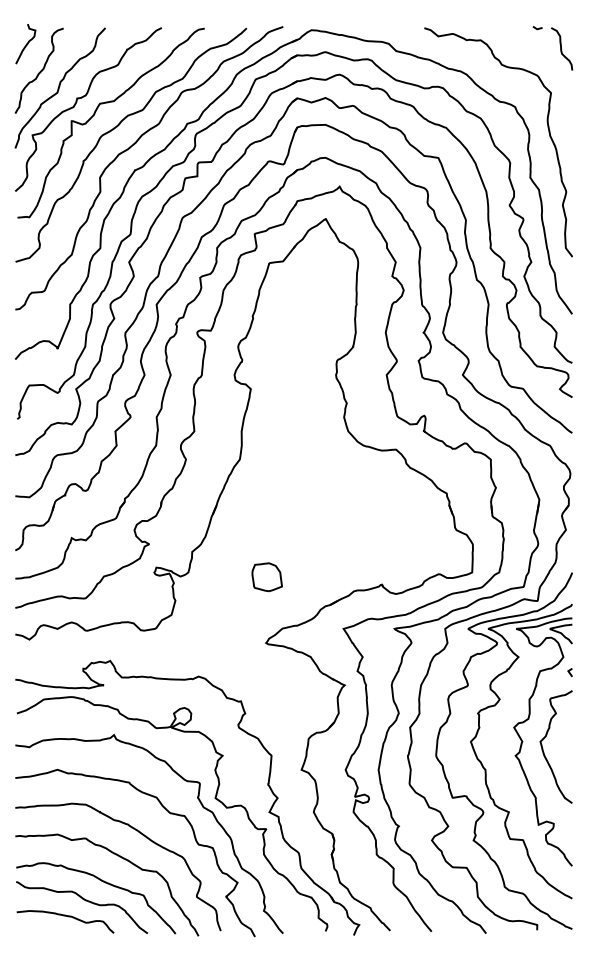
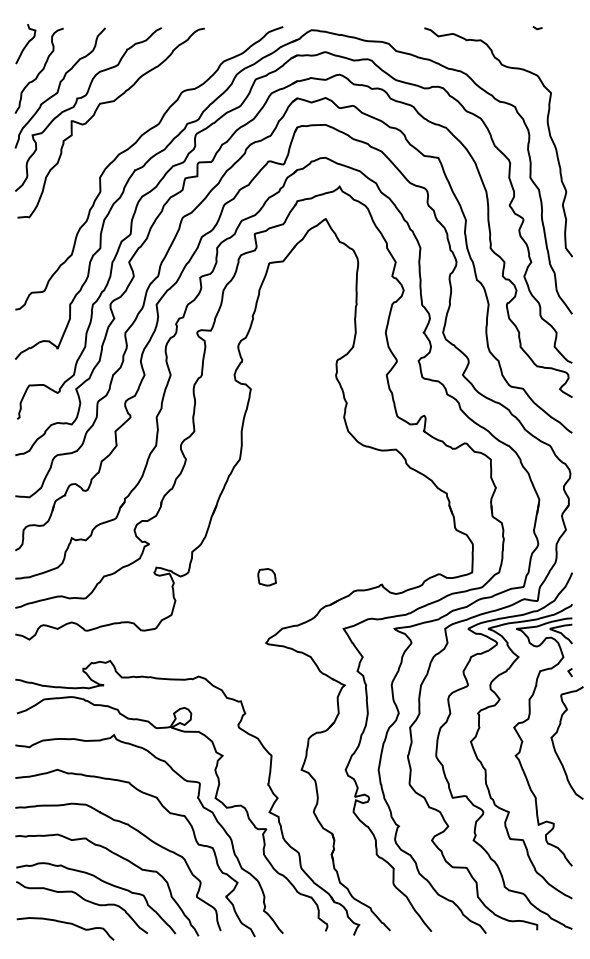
curve at (561, 48): present -> none
curve at (117, 127): present -> none
part at (266, 577) size: 32x31 px -> 20x19 px
curve at (543, 748) position: (543, 748) -> (554, 744)
curve at (65, 916) position: (65, 916) -> (65, 923)
